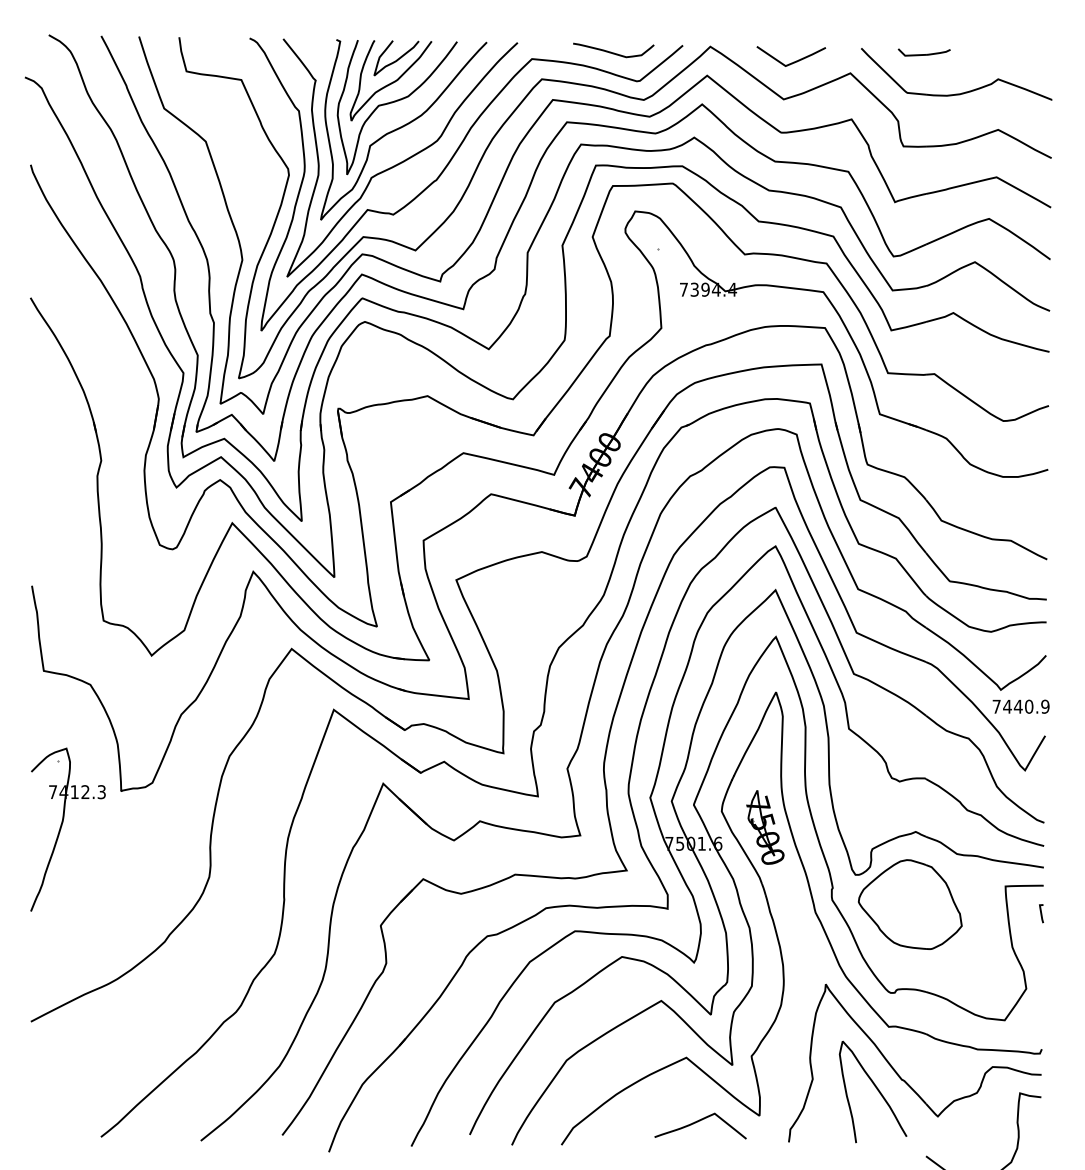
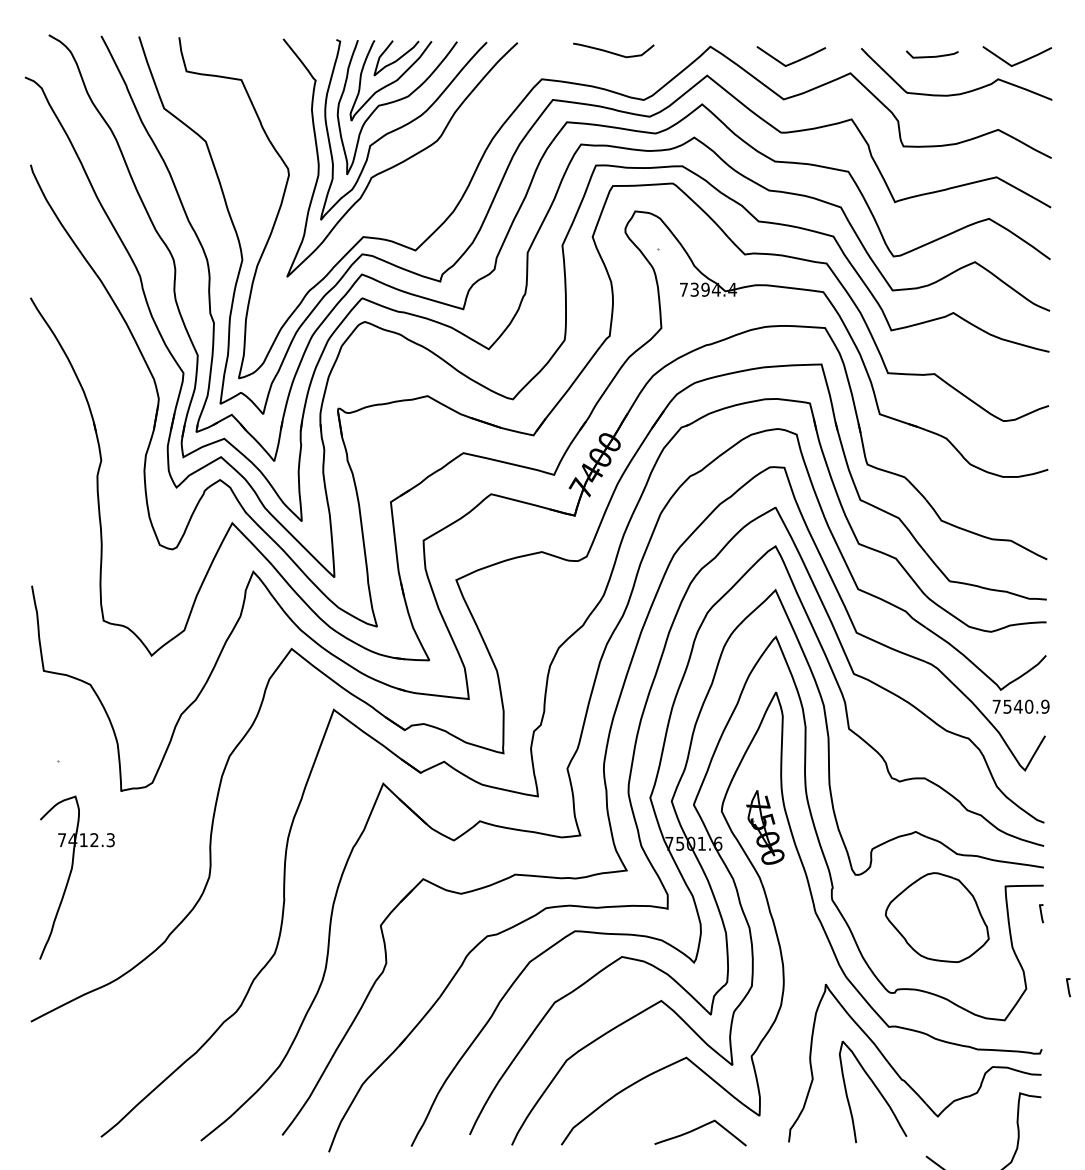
part at (923, 52) position: (923, 52) -> (931, 54)
line at (1019, 61): none -> present
curve at (444, 171): present -> none
text at (1007, 706): 7440.9 -> 7540.9
part at (67, 829) position: (67, 829) -> (76, 877)
part at (909, 904) position: (909, 904) -> (936, 917)
line at (1068, 987): none -> present
curve at (698, 1122) position: (698, 1122) -> (698, 1129)
